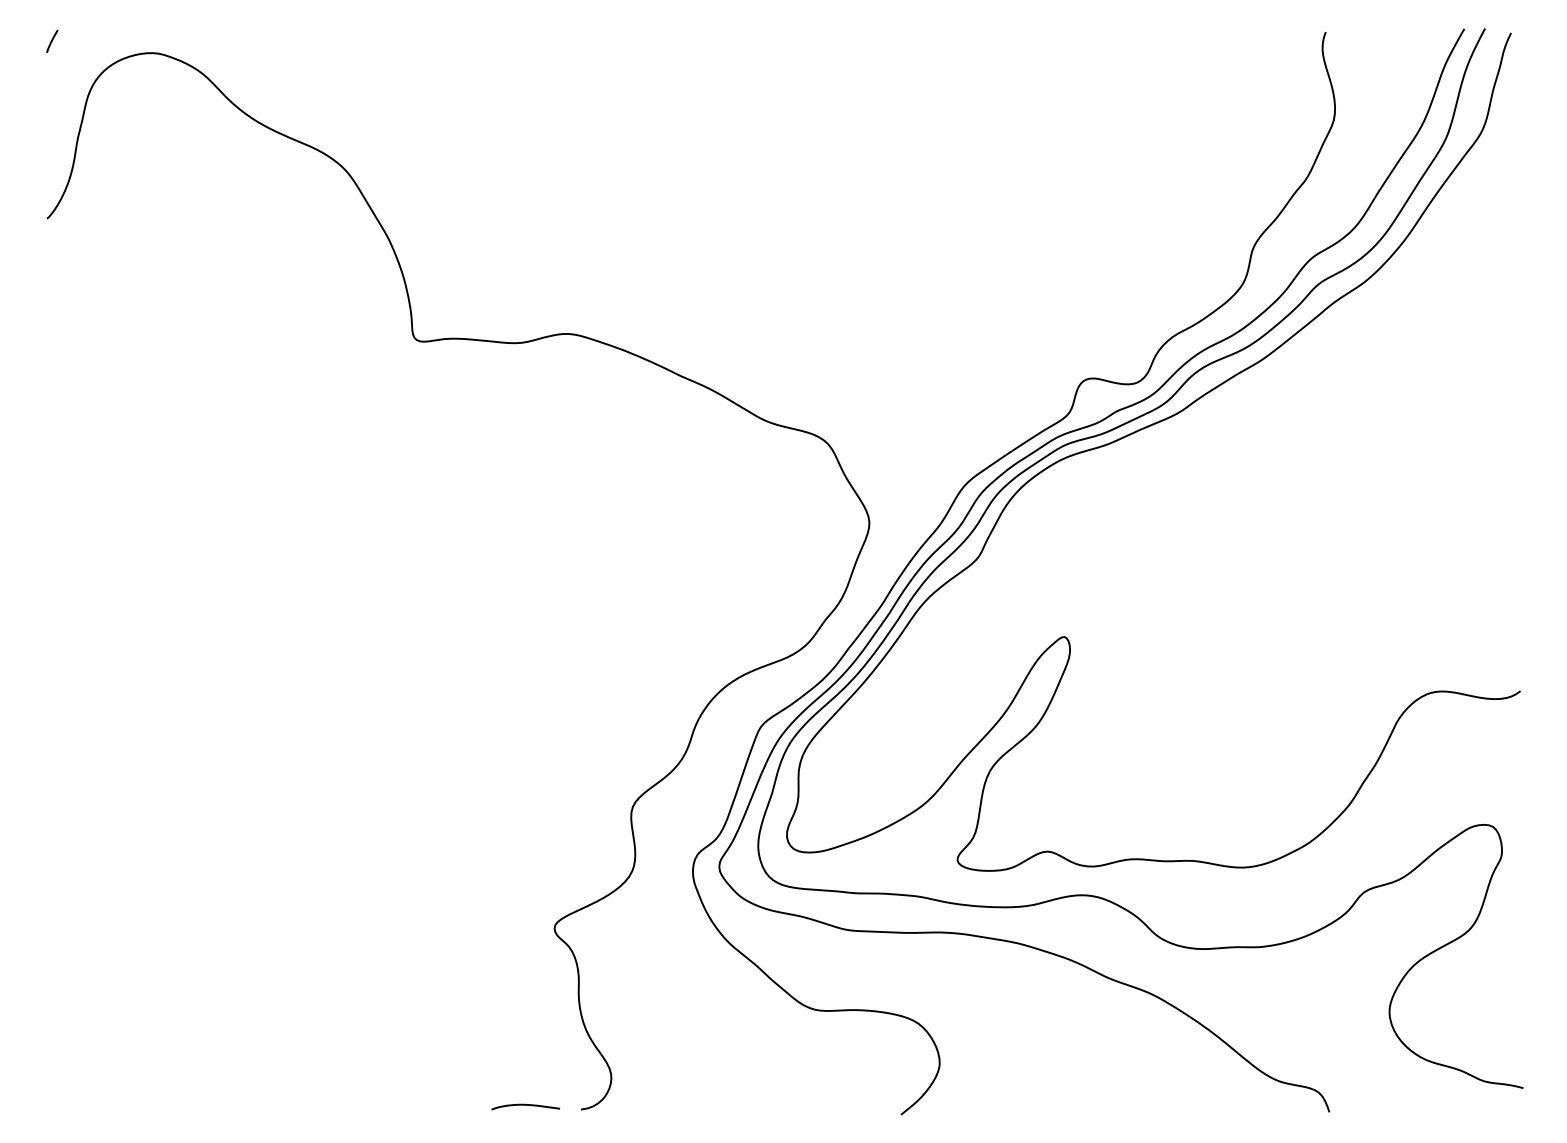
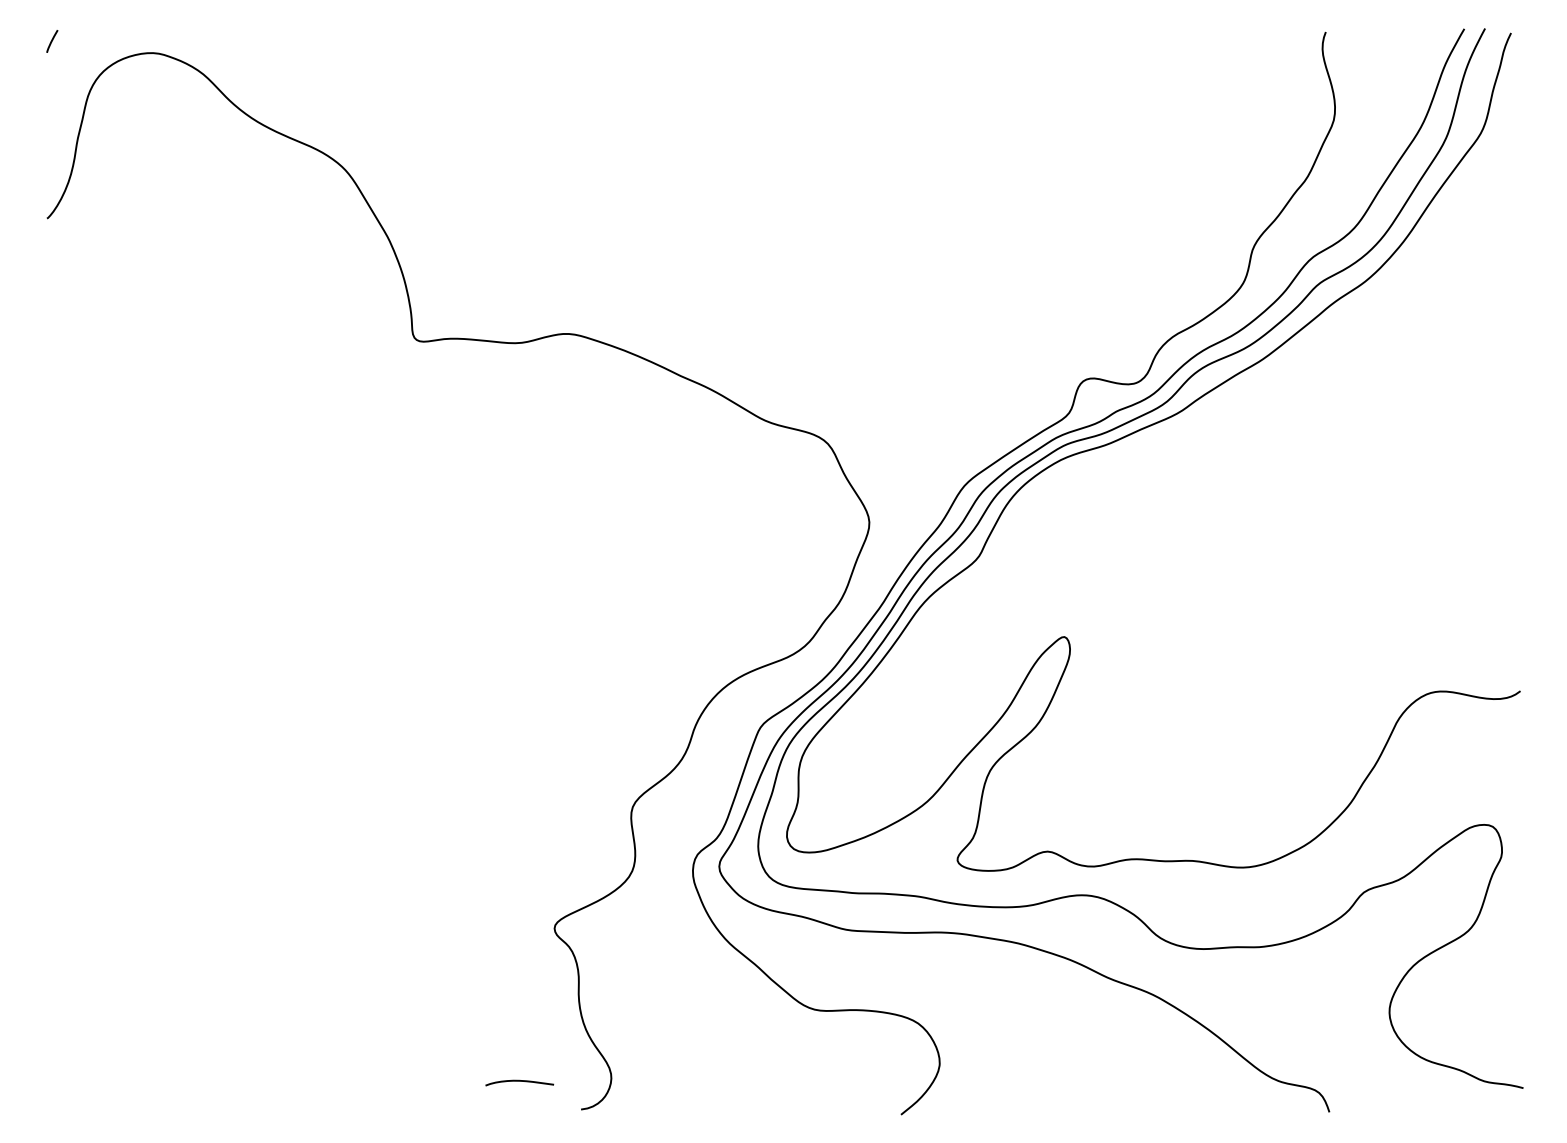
curve at (525, 1105) position: (525, 1105) -> (519, 1081)
